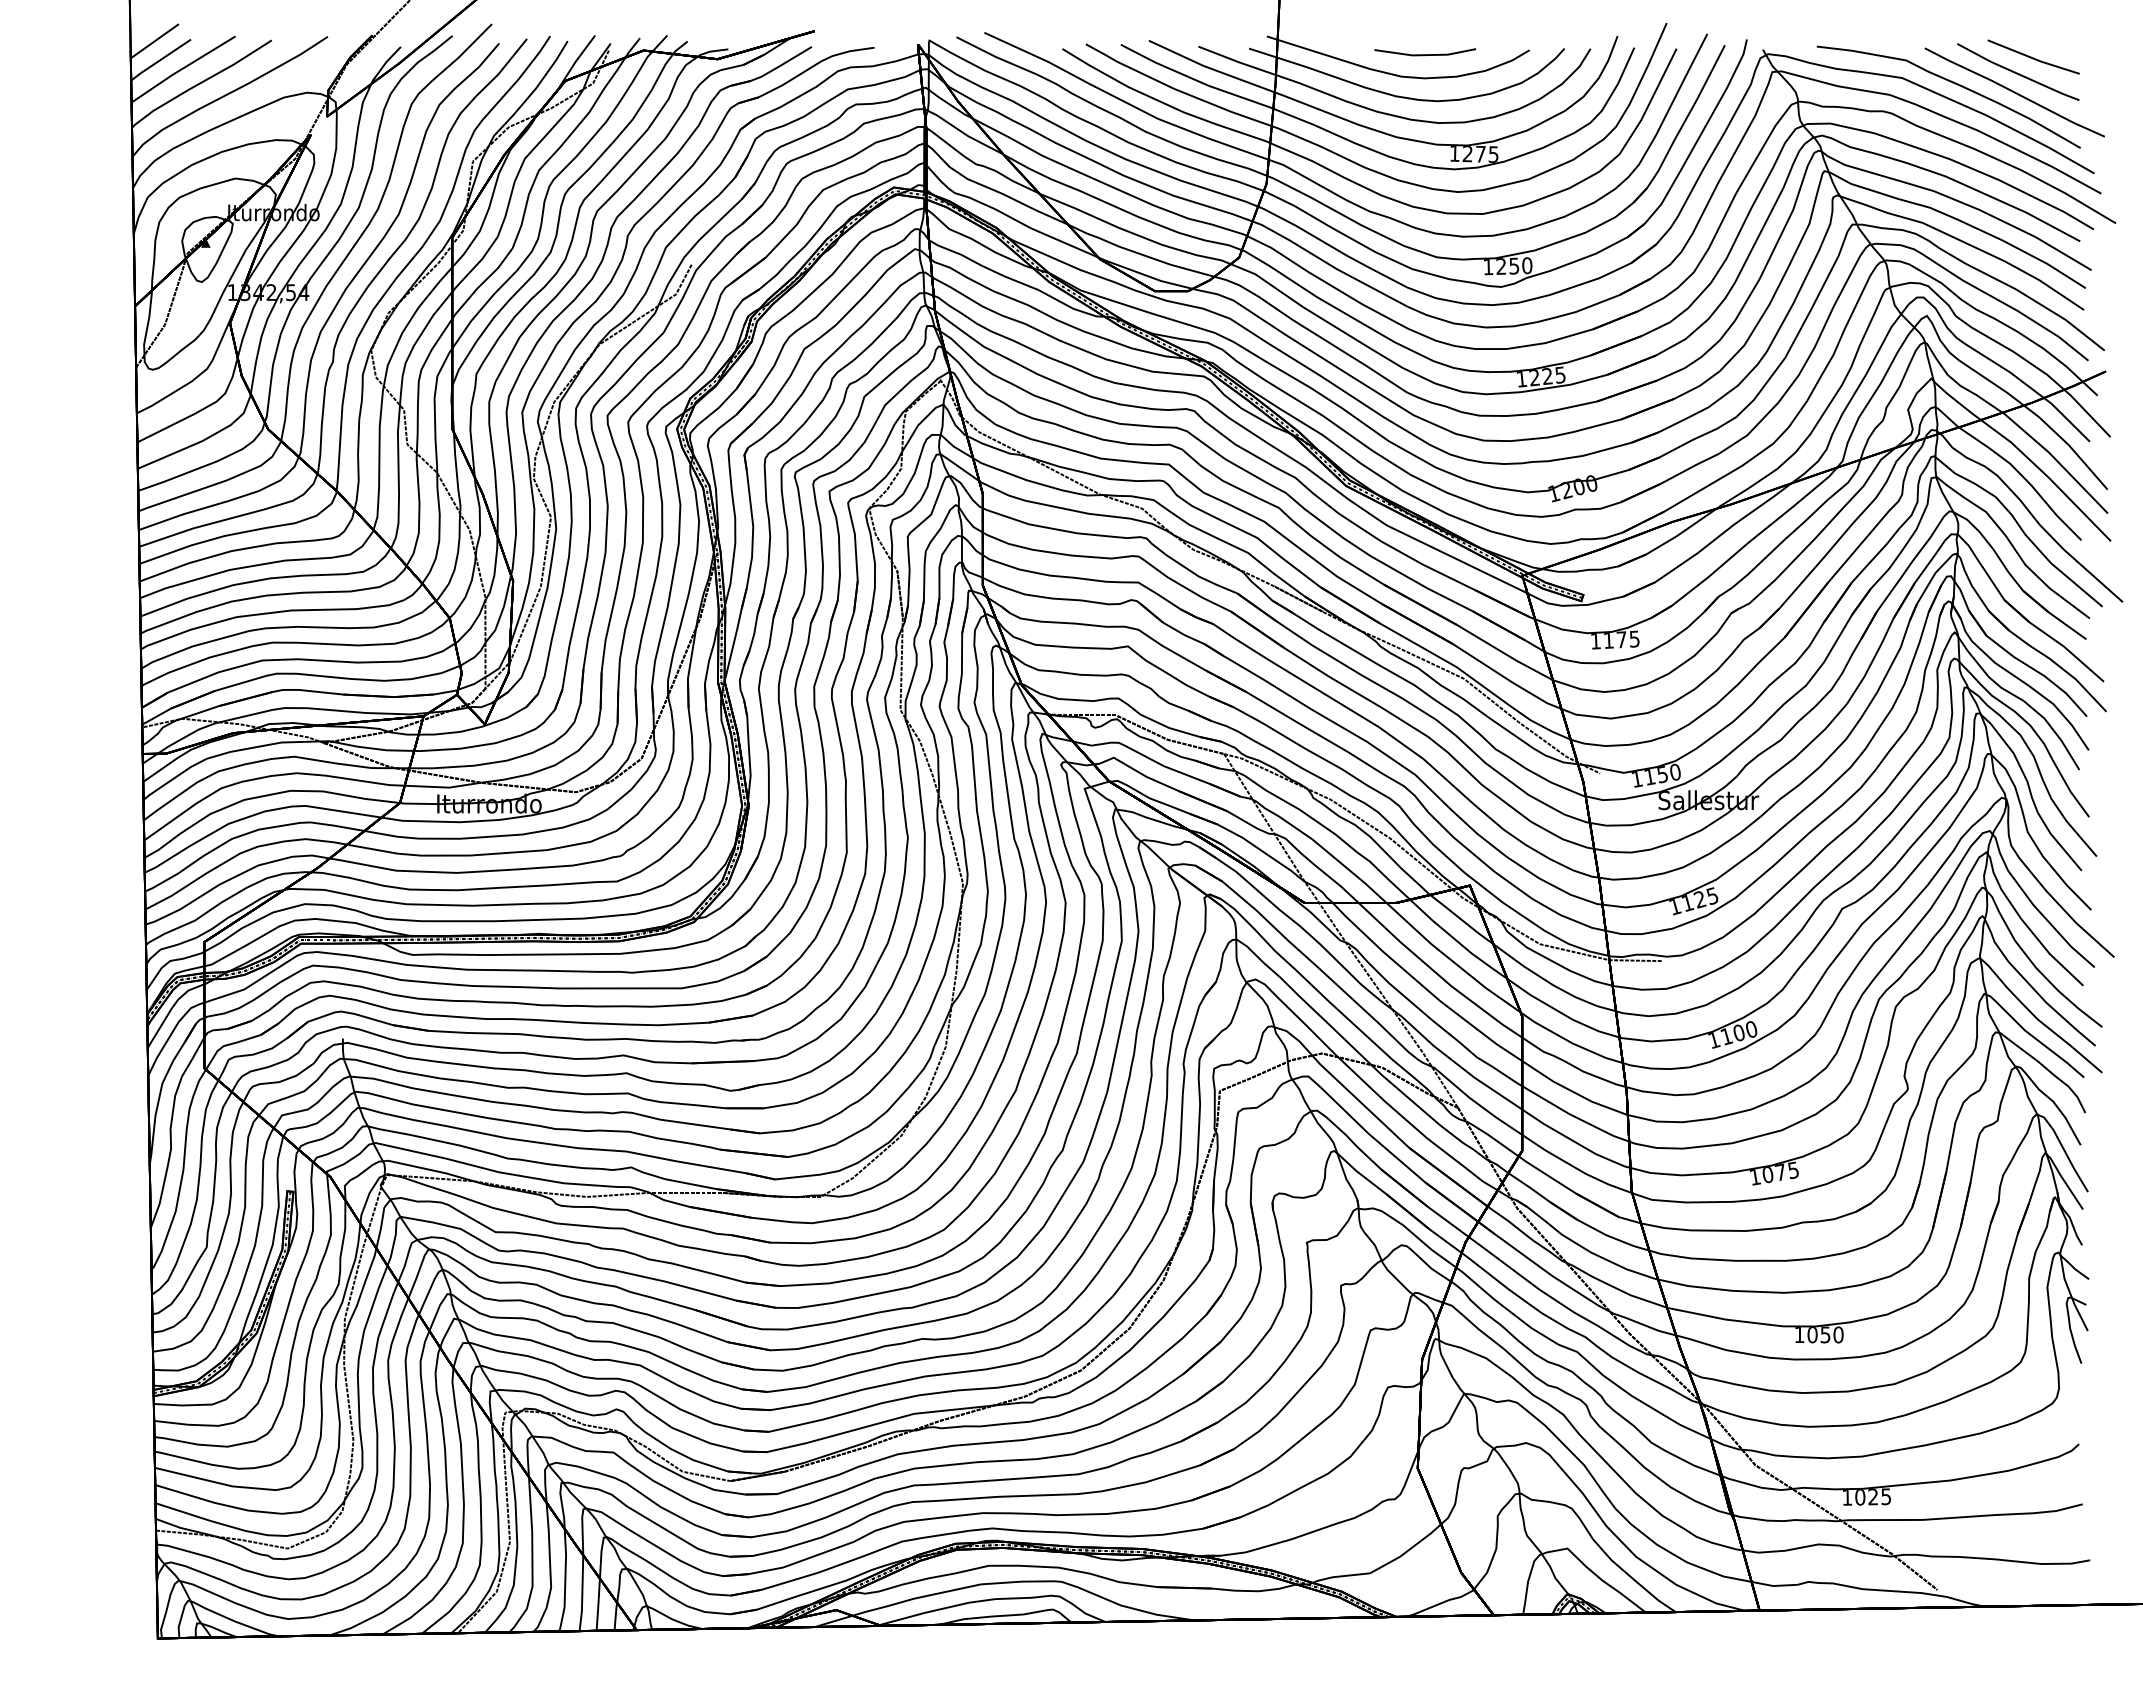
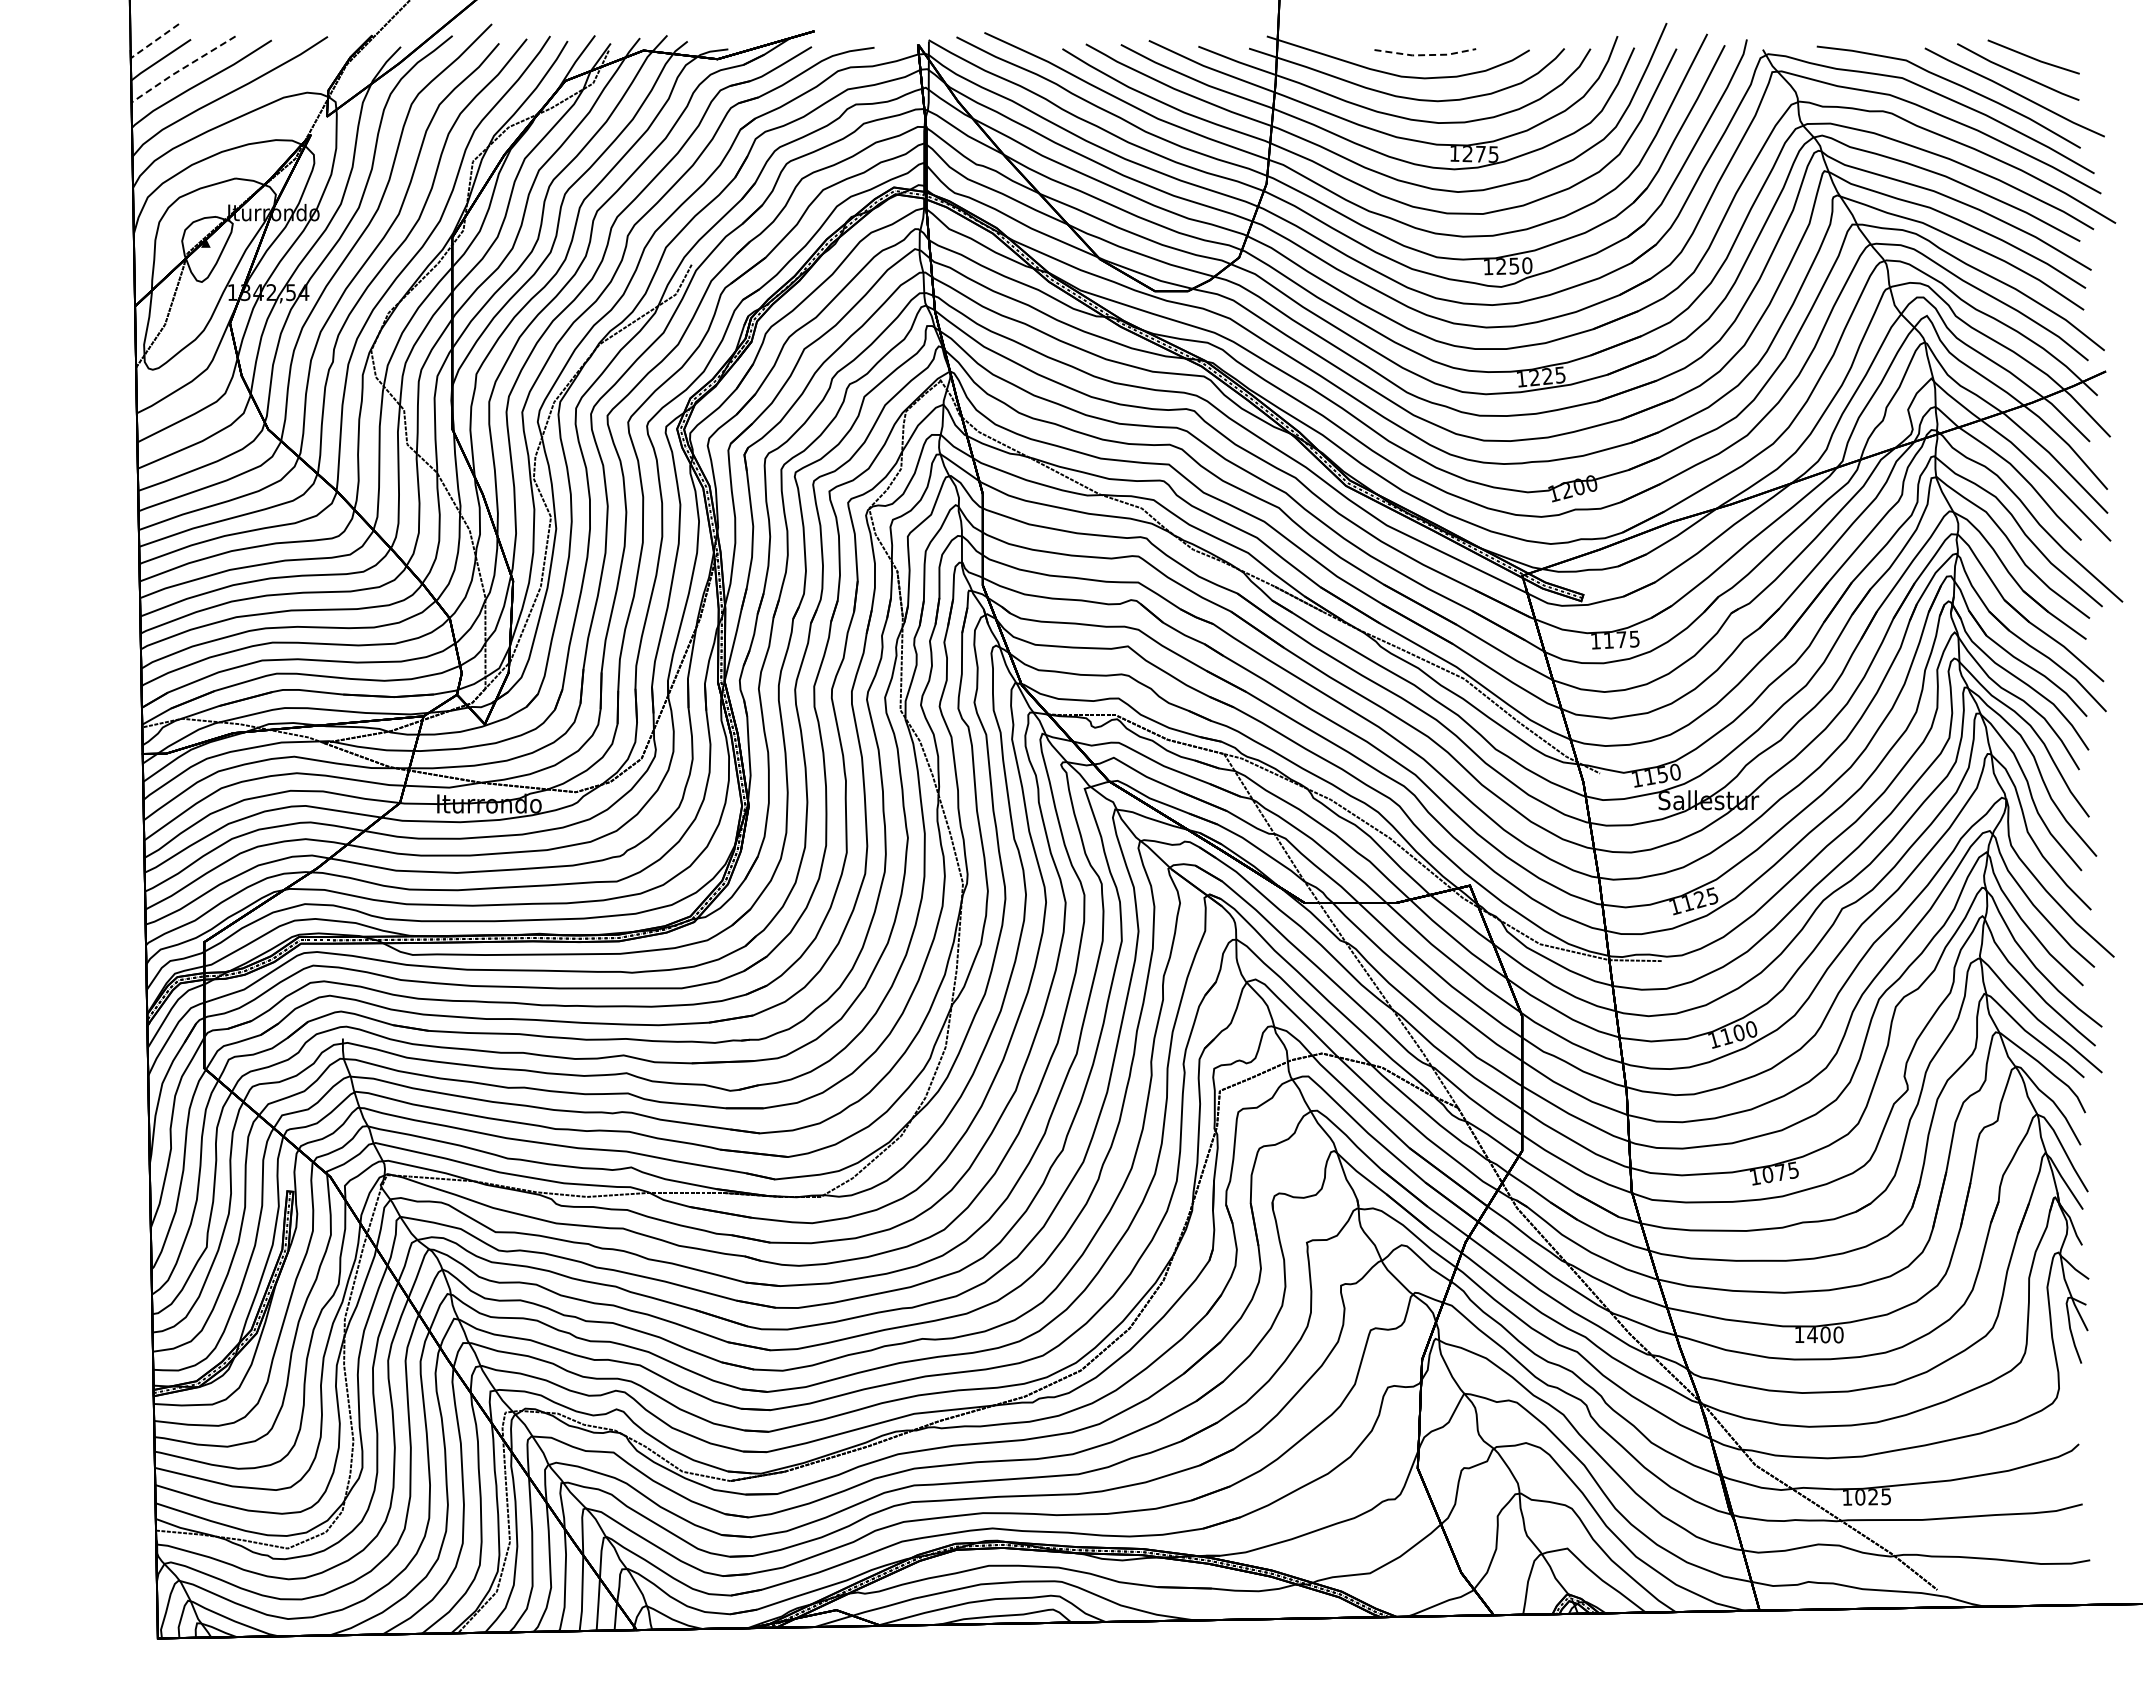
line at (154, 41): solid -> dashed
line at (1425, 55): solid -> dashed
line at (181, 69): solid -> dashed
text at (1818, 1334): 1050 -> 1400
